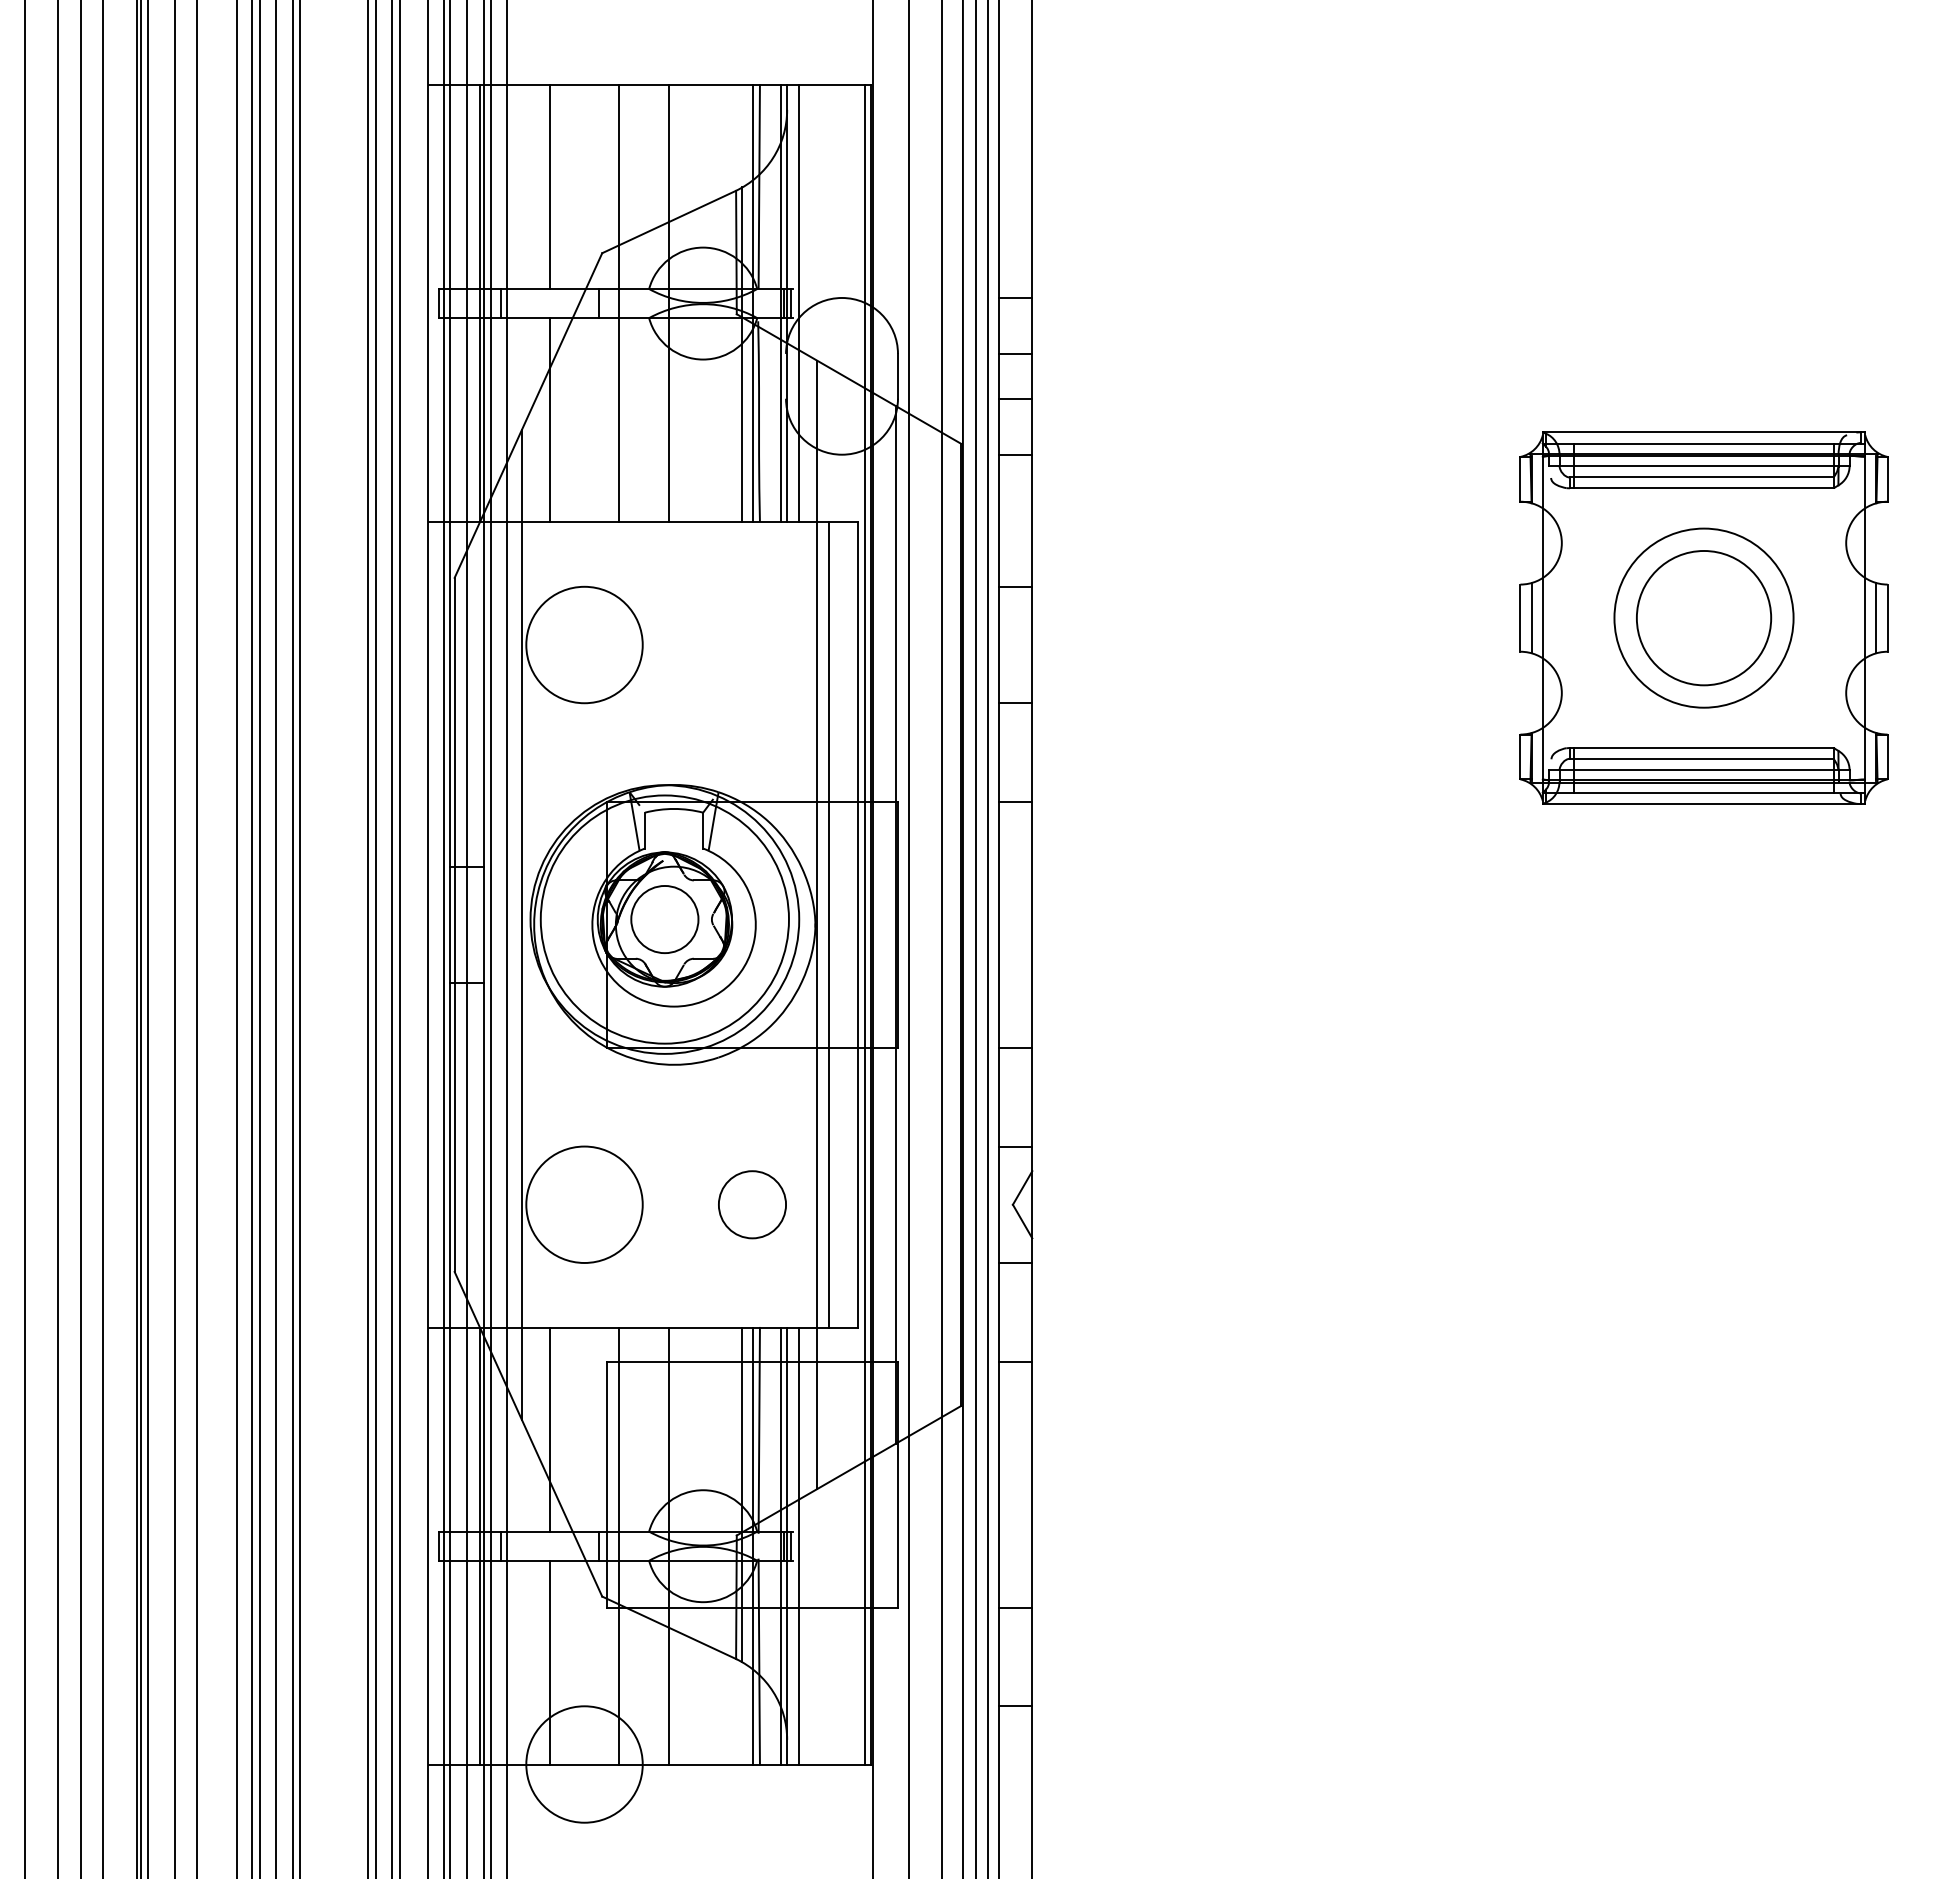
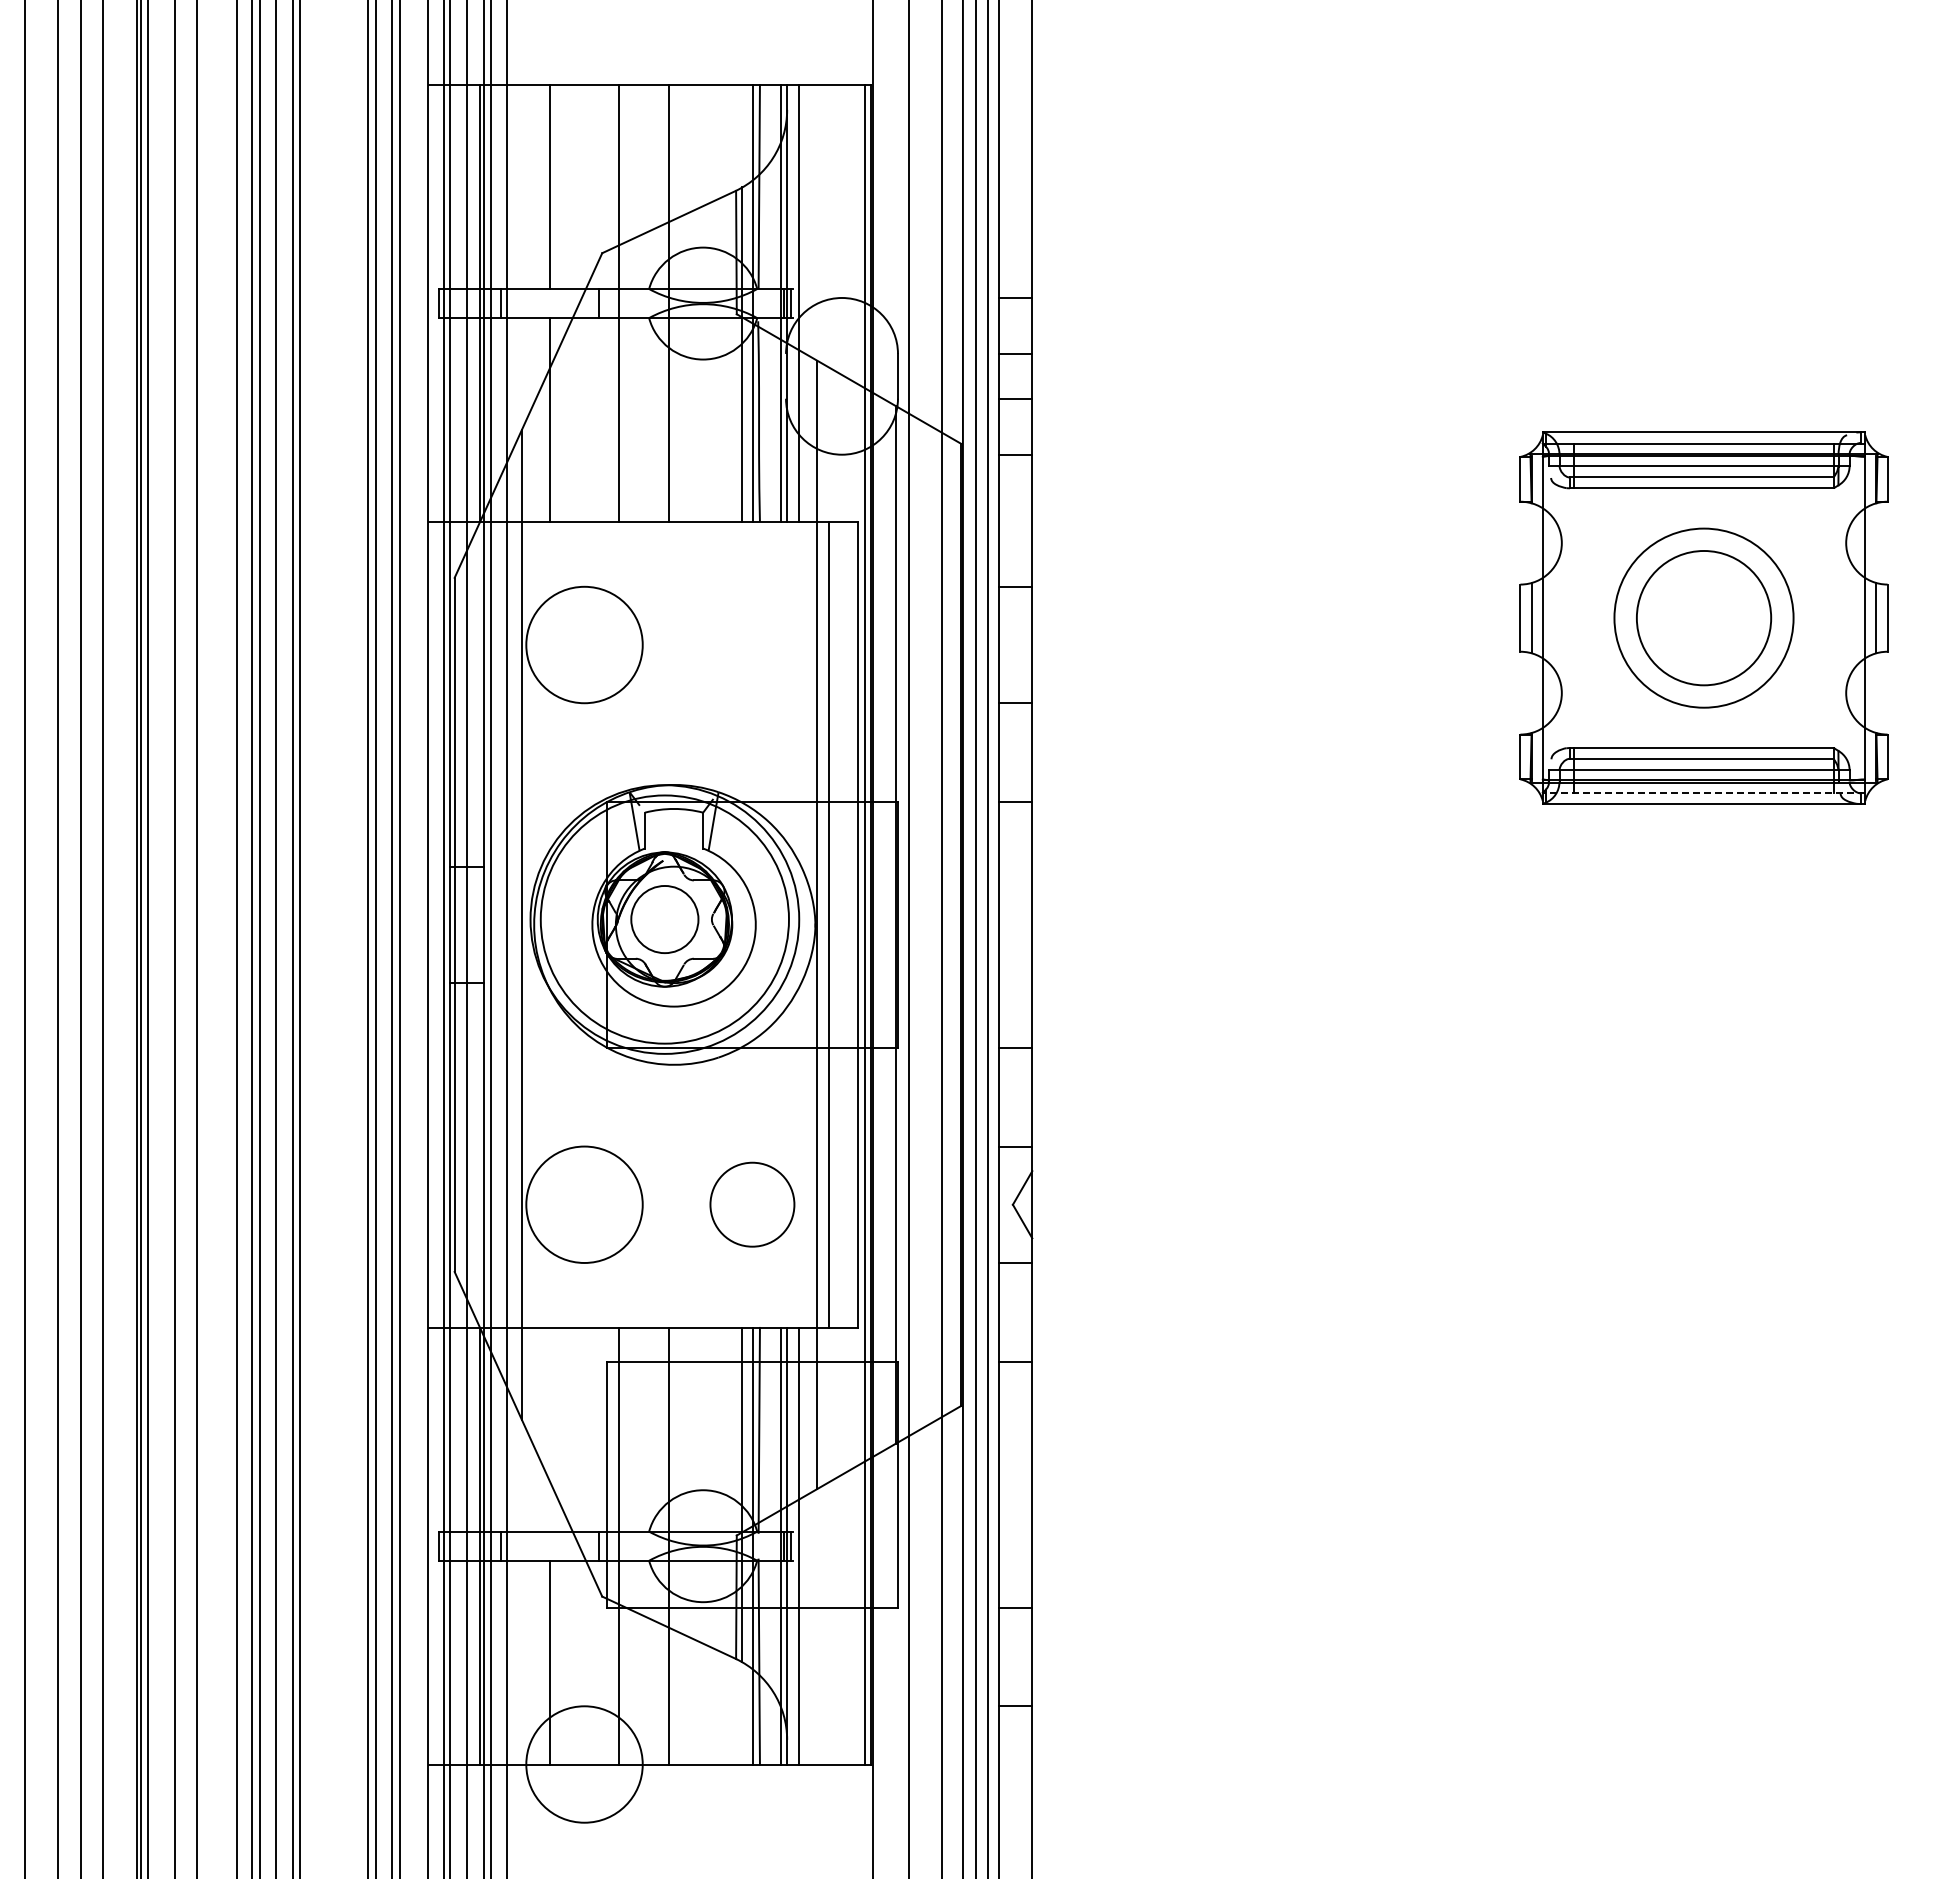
line at (1703, 792): solid -> dashed
circle at (752, 1204) size: 69x70 px -> 87x87 px
line at (549, 1429): present -> none
